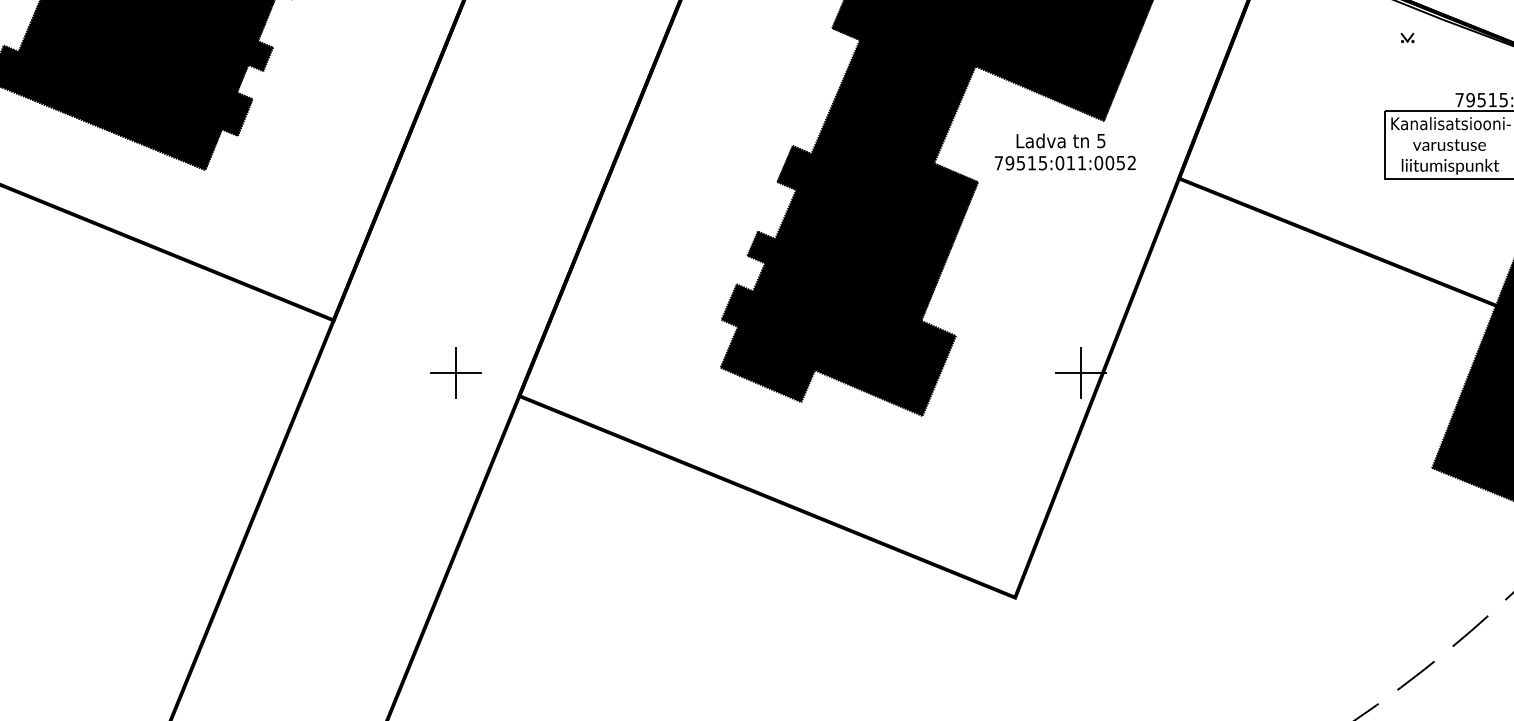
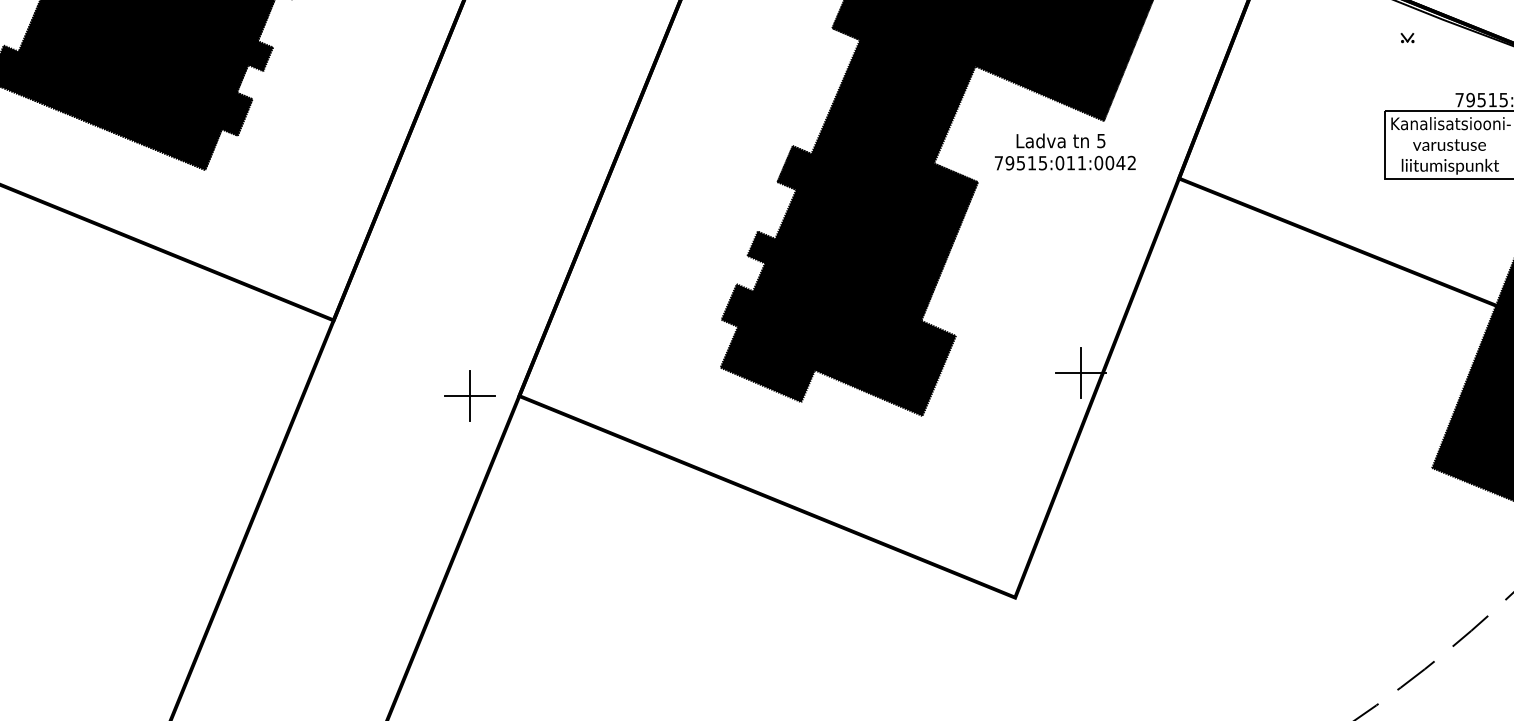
text at (1120, 163): 79515:011:0052 -> 79515:011:0042
part at (455, 372) position: (455, 372) -> (469, 395)
